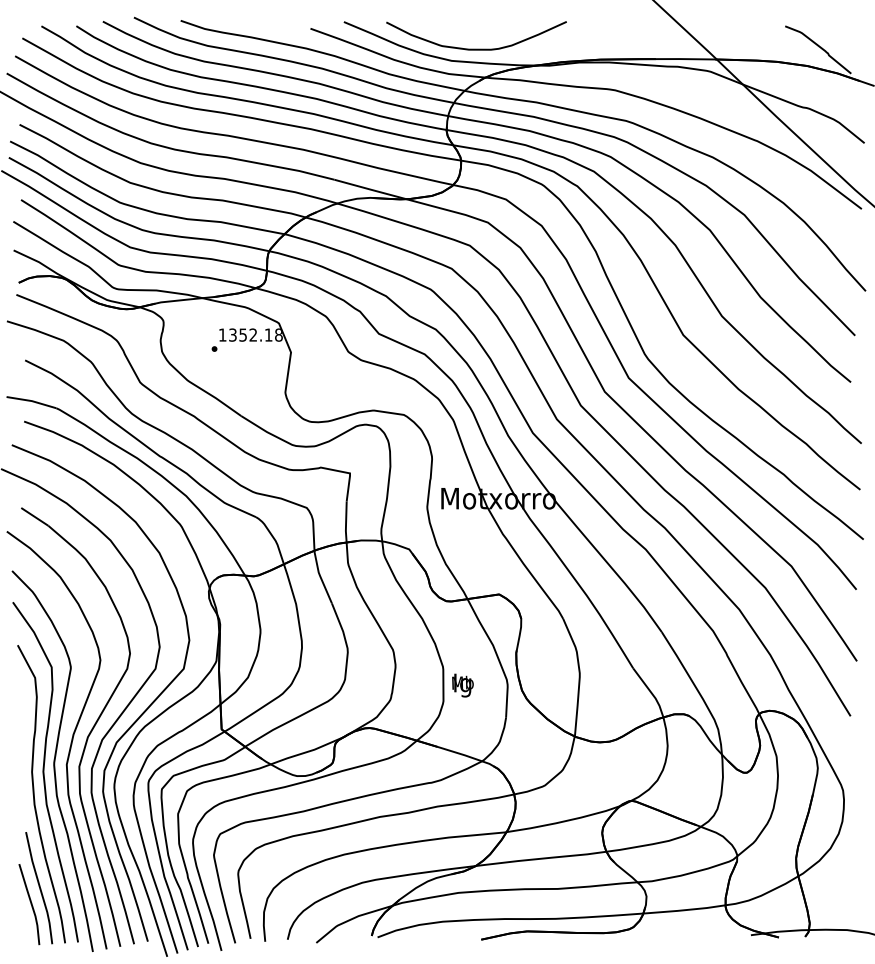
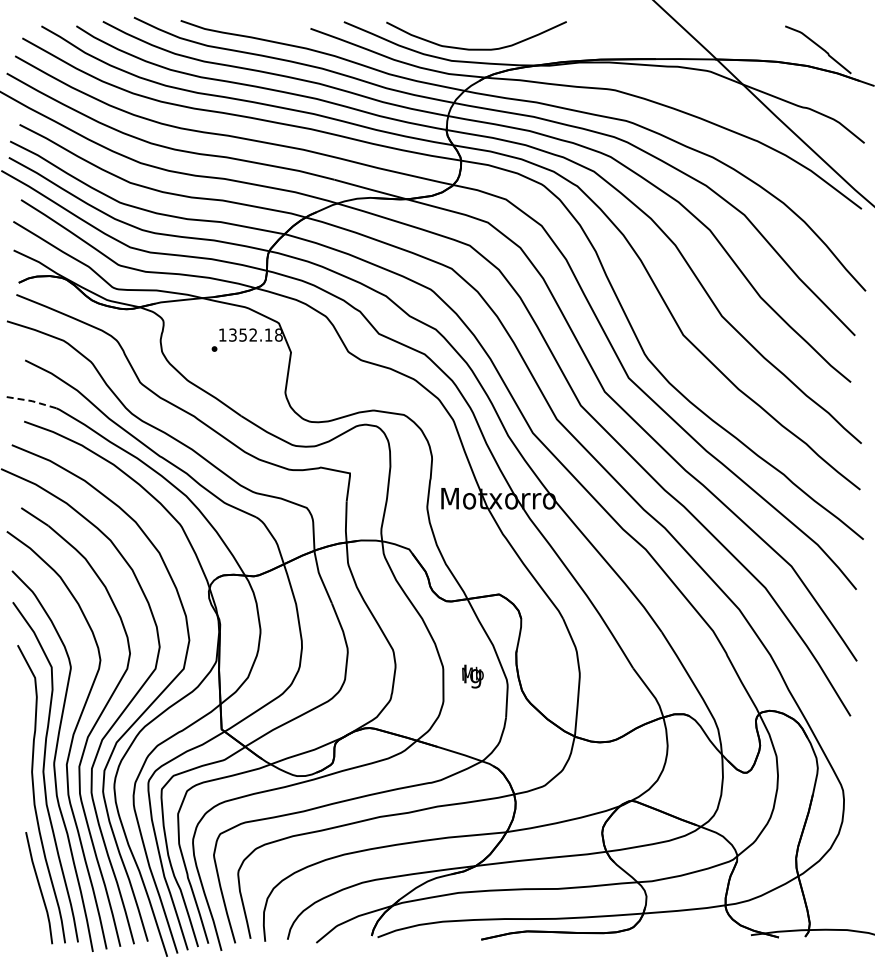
line at (32, 401): solid -> dashed
text at (462, 685) position: (462, 685) -> (472, 676)
line at (30, 904): present -> none
